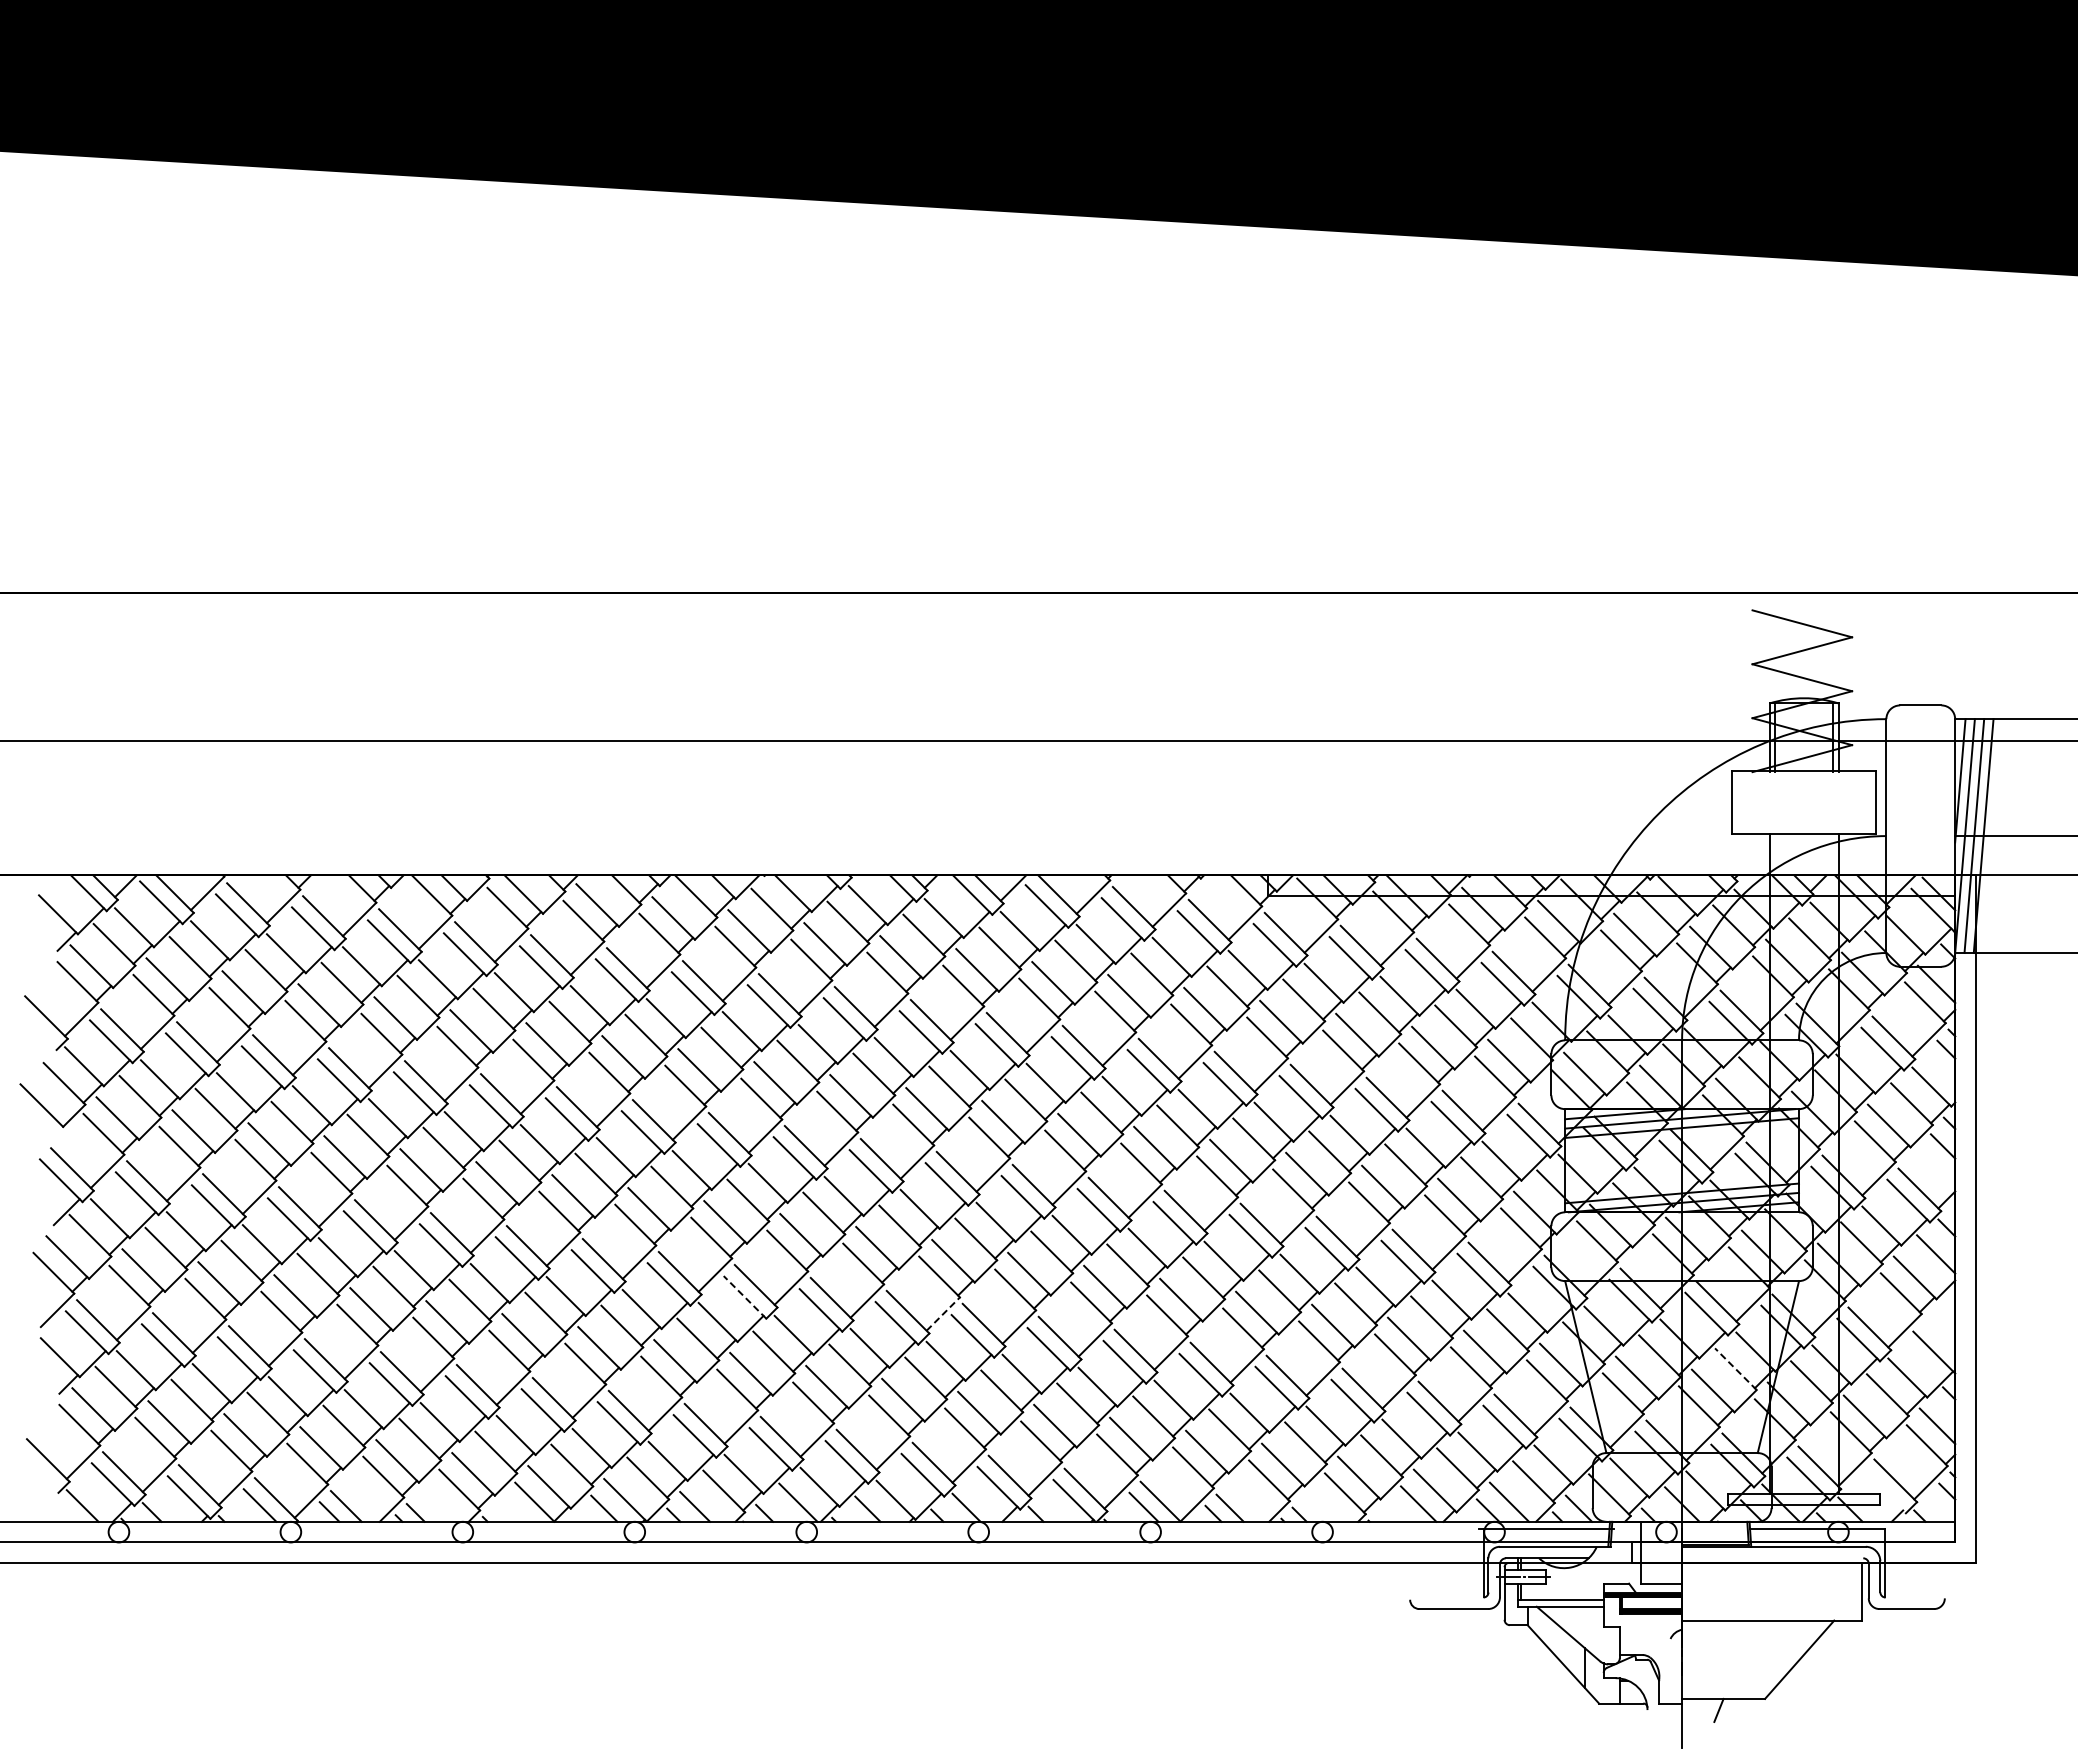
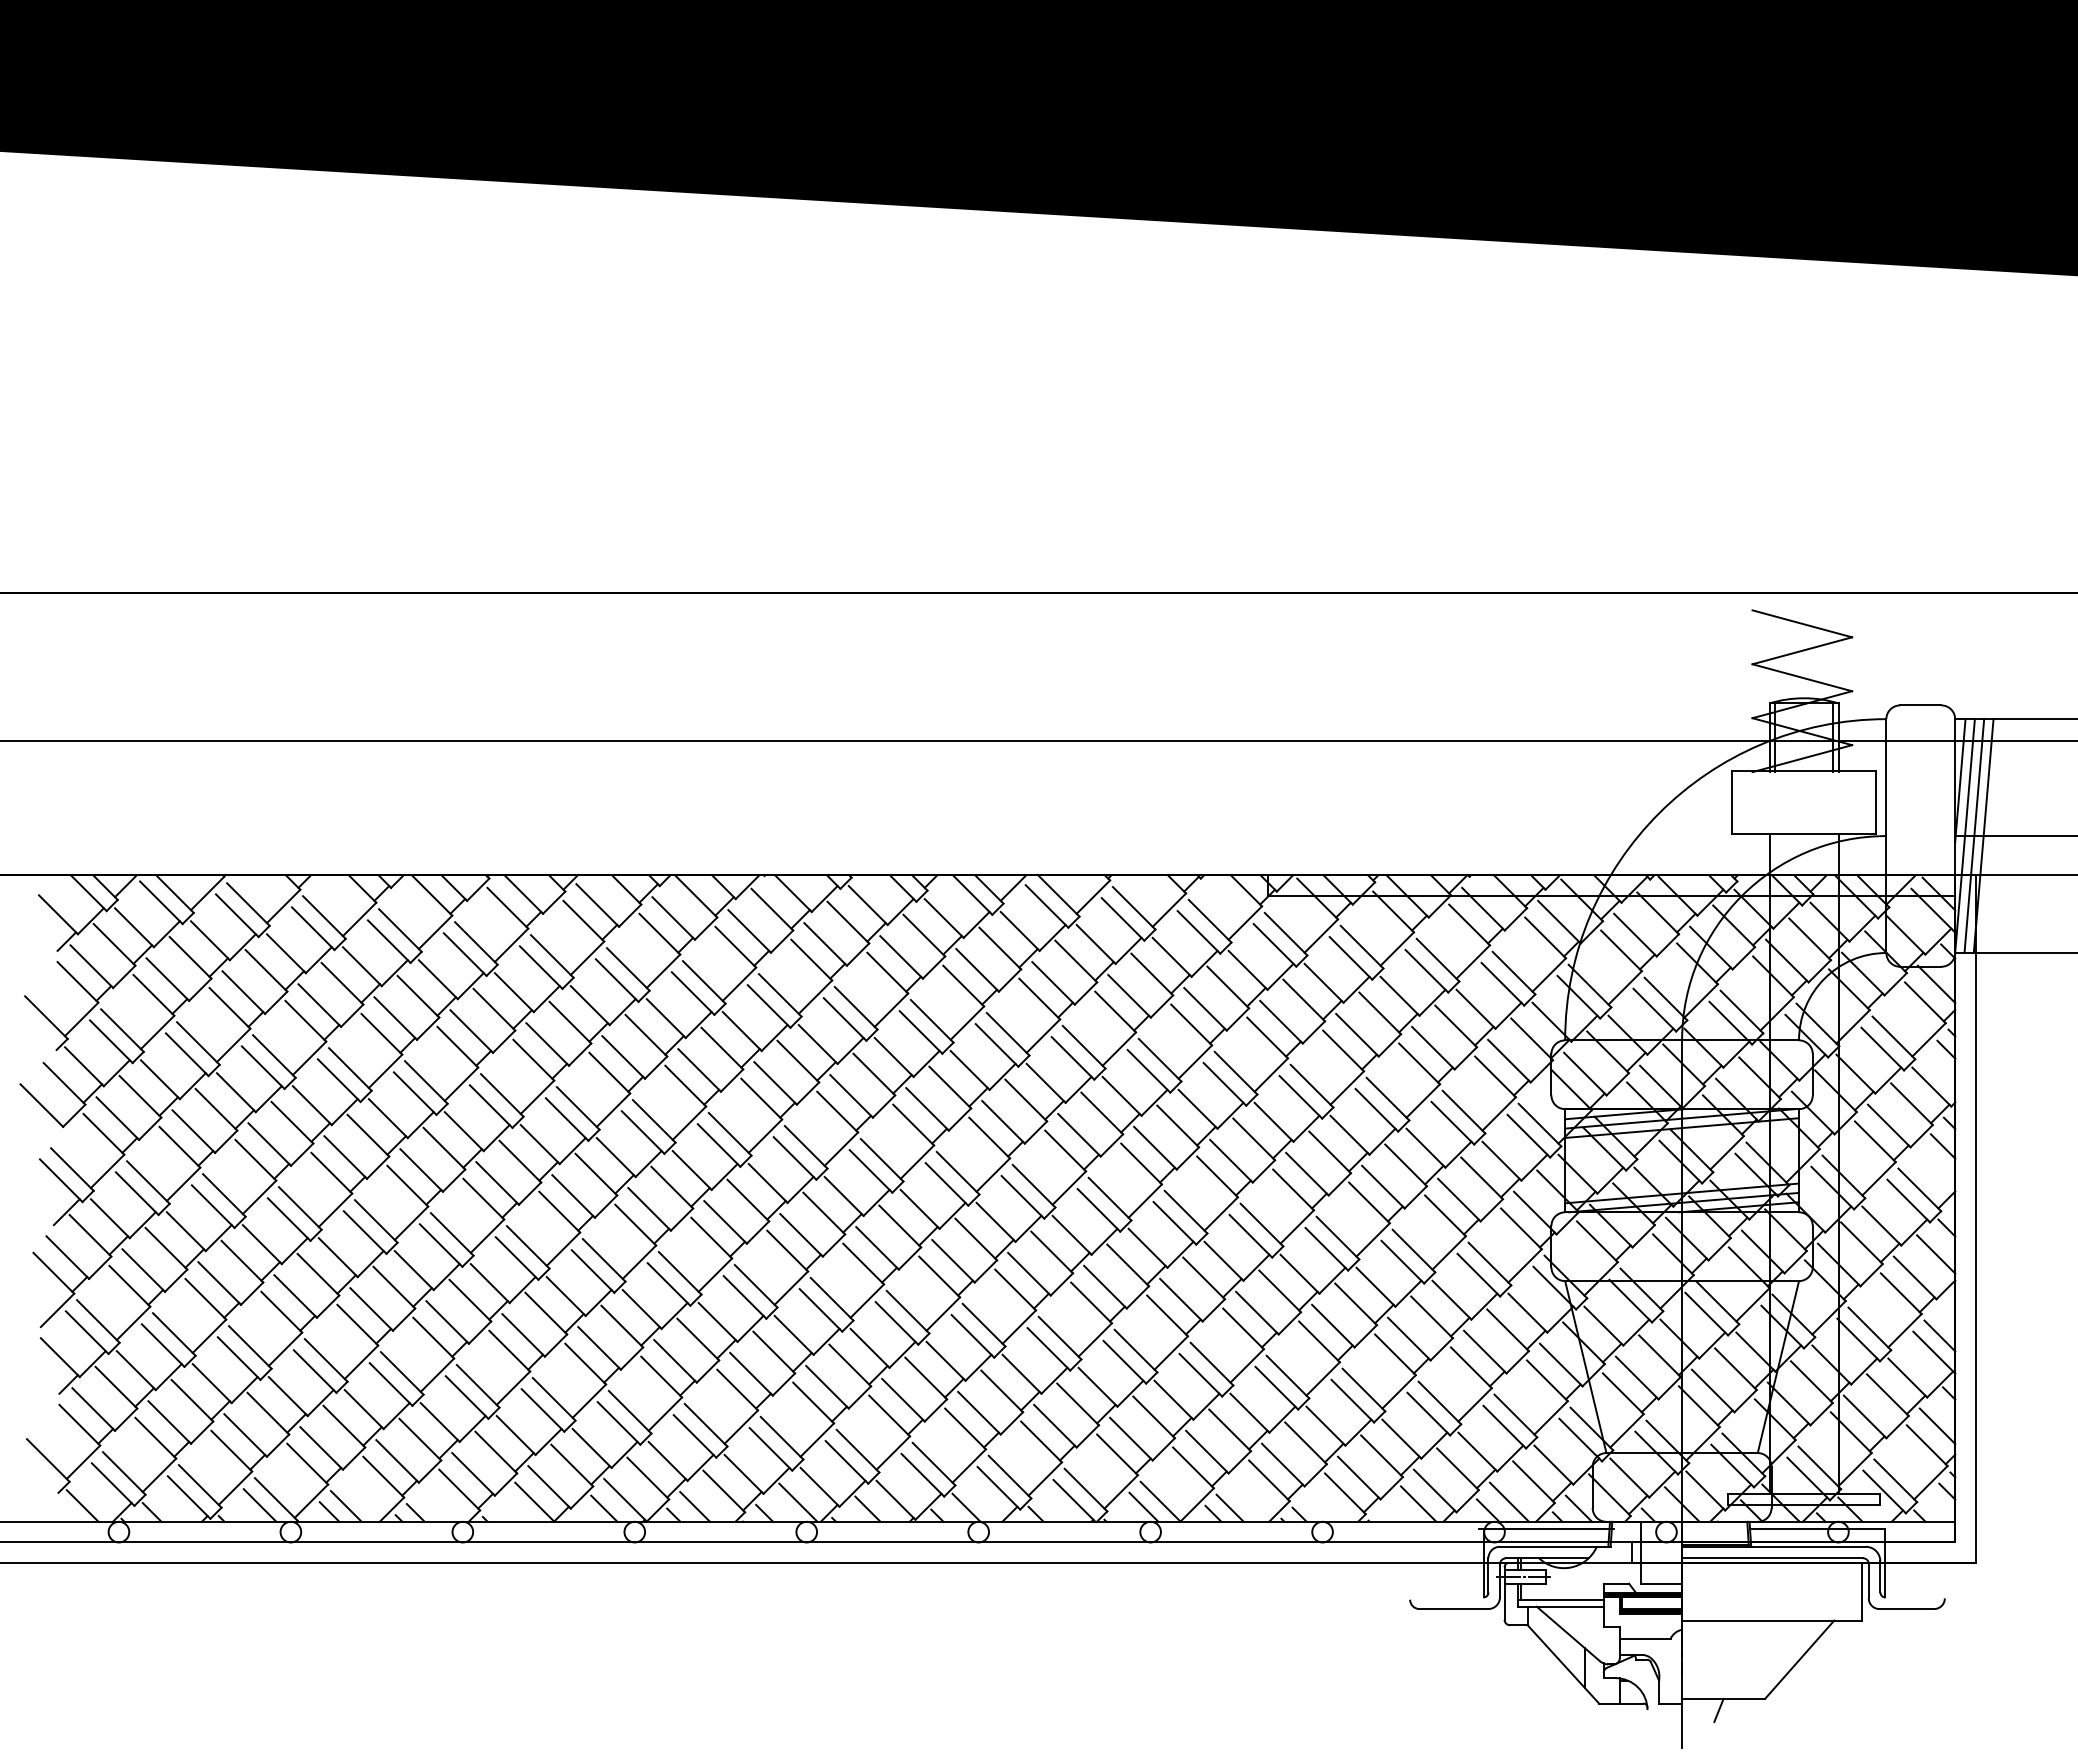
line at (744, 1297): dashed -> solid
line at (943, 1314): dashed -> solid
line at (1939, 1335): none -> present
line at (1735, 1368): dashed -> solid
line at (1884, 1491): none -> present
line at (1772, 1558): none -> present
line at (1644, 1639): none -> present
